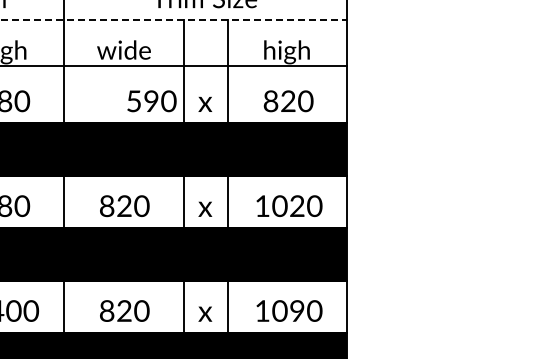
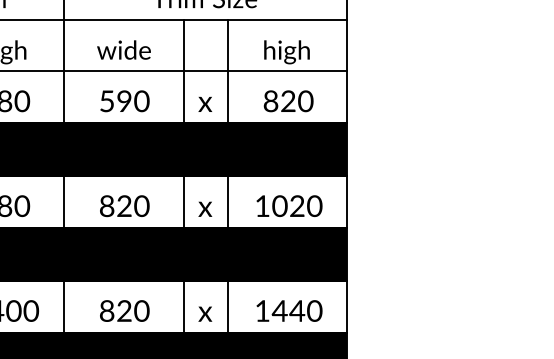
line at (174, 19): dashed -> solid
line at (174, 66) position: (174, 66) -> (174, 71)
text at (151, 101) position: (151, 101) -> (124, 101)
text at (288, 310): 1090 -> 1440
